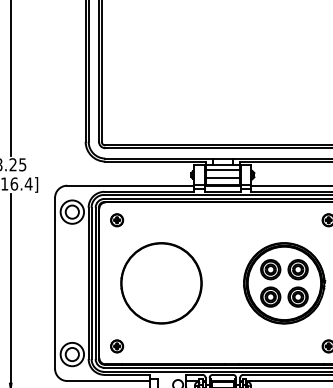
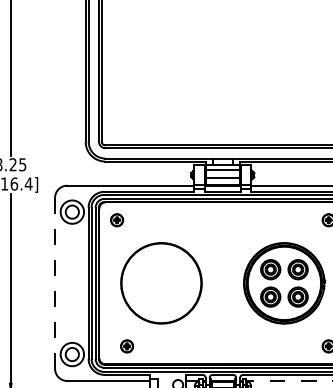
line at (55, 282): solid -> dashed
part at (117, 346) position: (117, 346) -> (127, 346)
line at (292, 381): solid -> dashed
